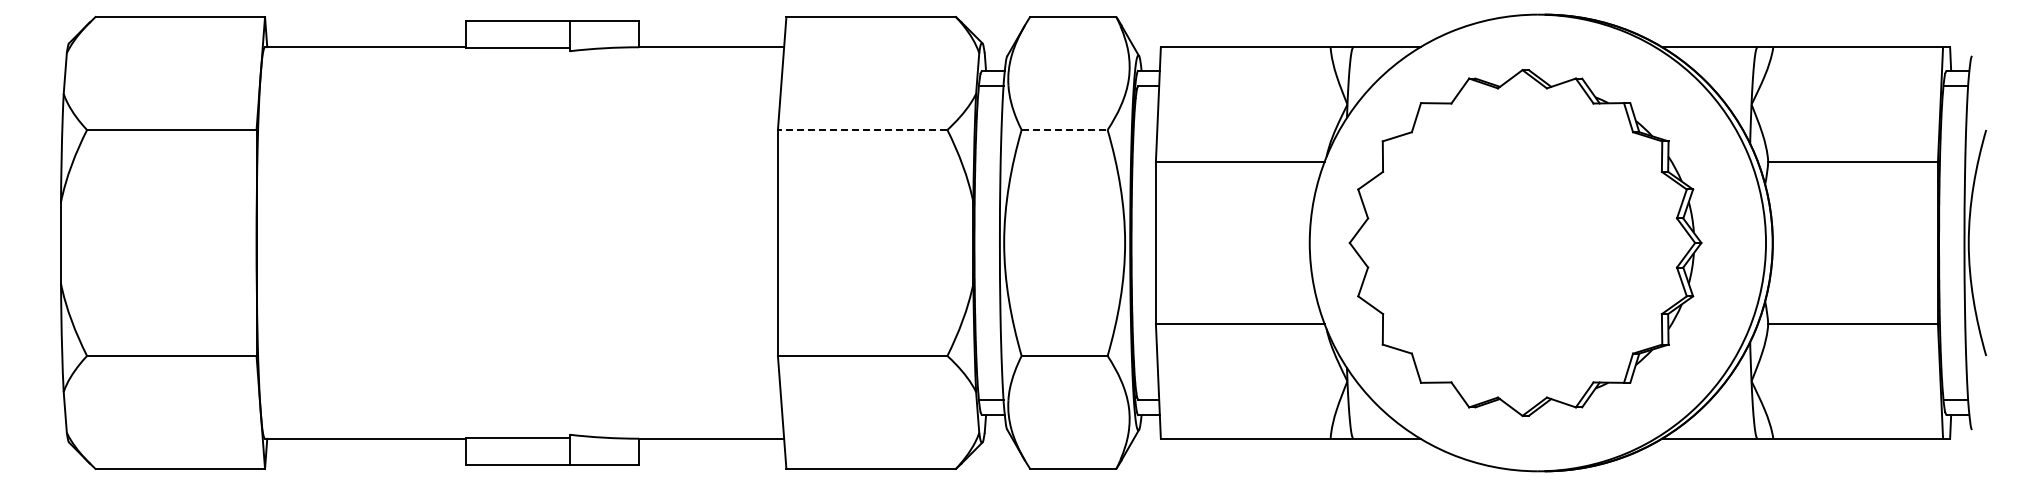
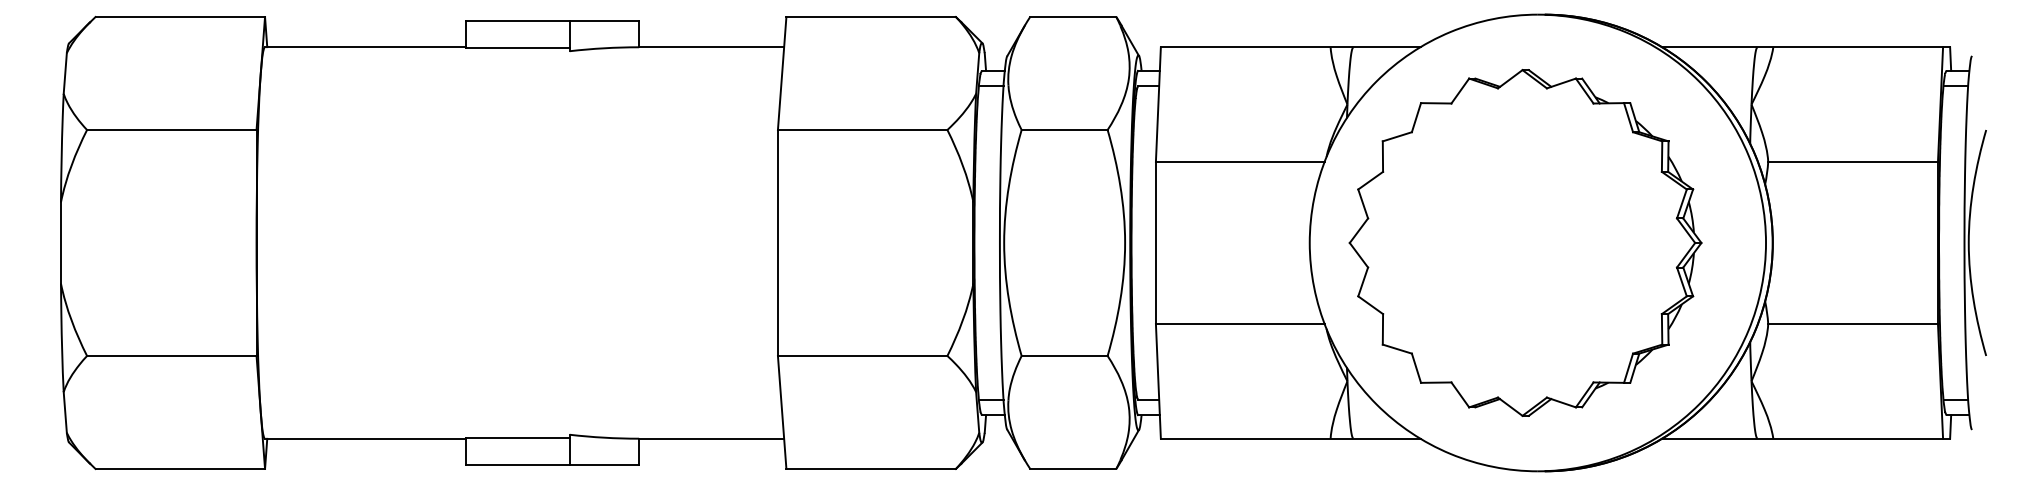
line at (862, 130): dashed -> solid
line at (1064, 130): dashed -> solid
